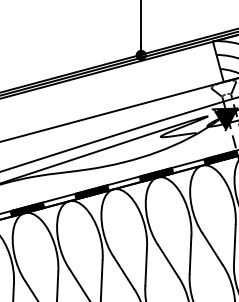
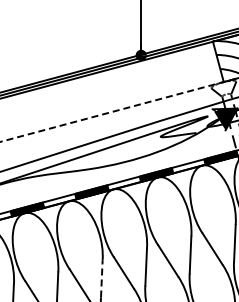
line at (120, 109): solid -> dashed
line at (101, 278): solid -> dashed
